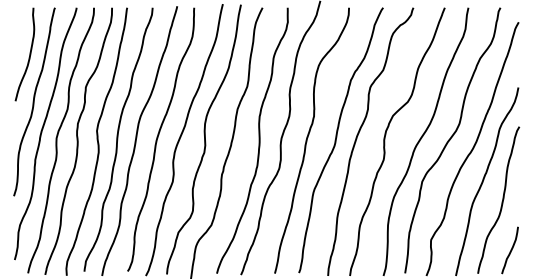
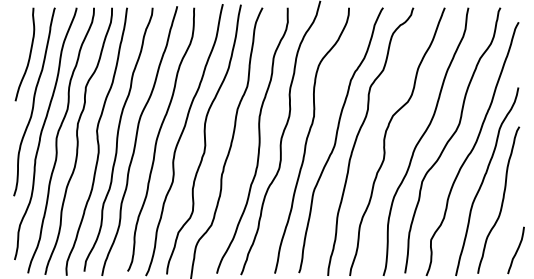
curve at (510, 250) position: (510, 250) -> (516, 250)
